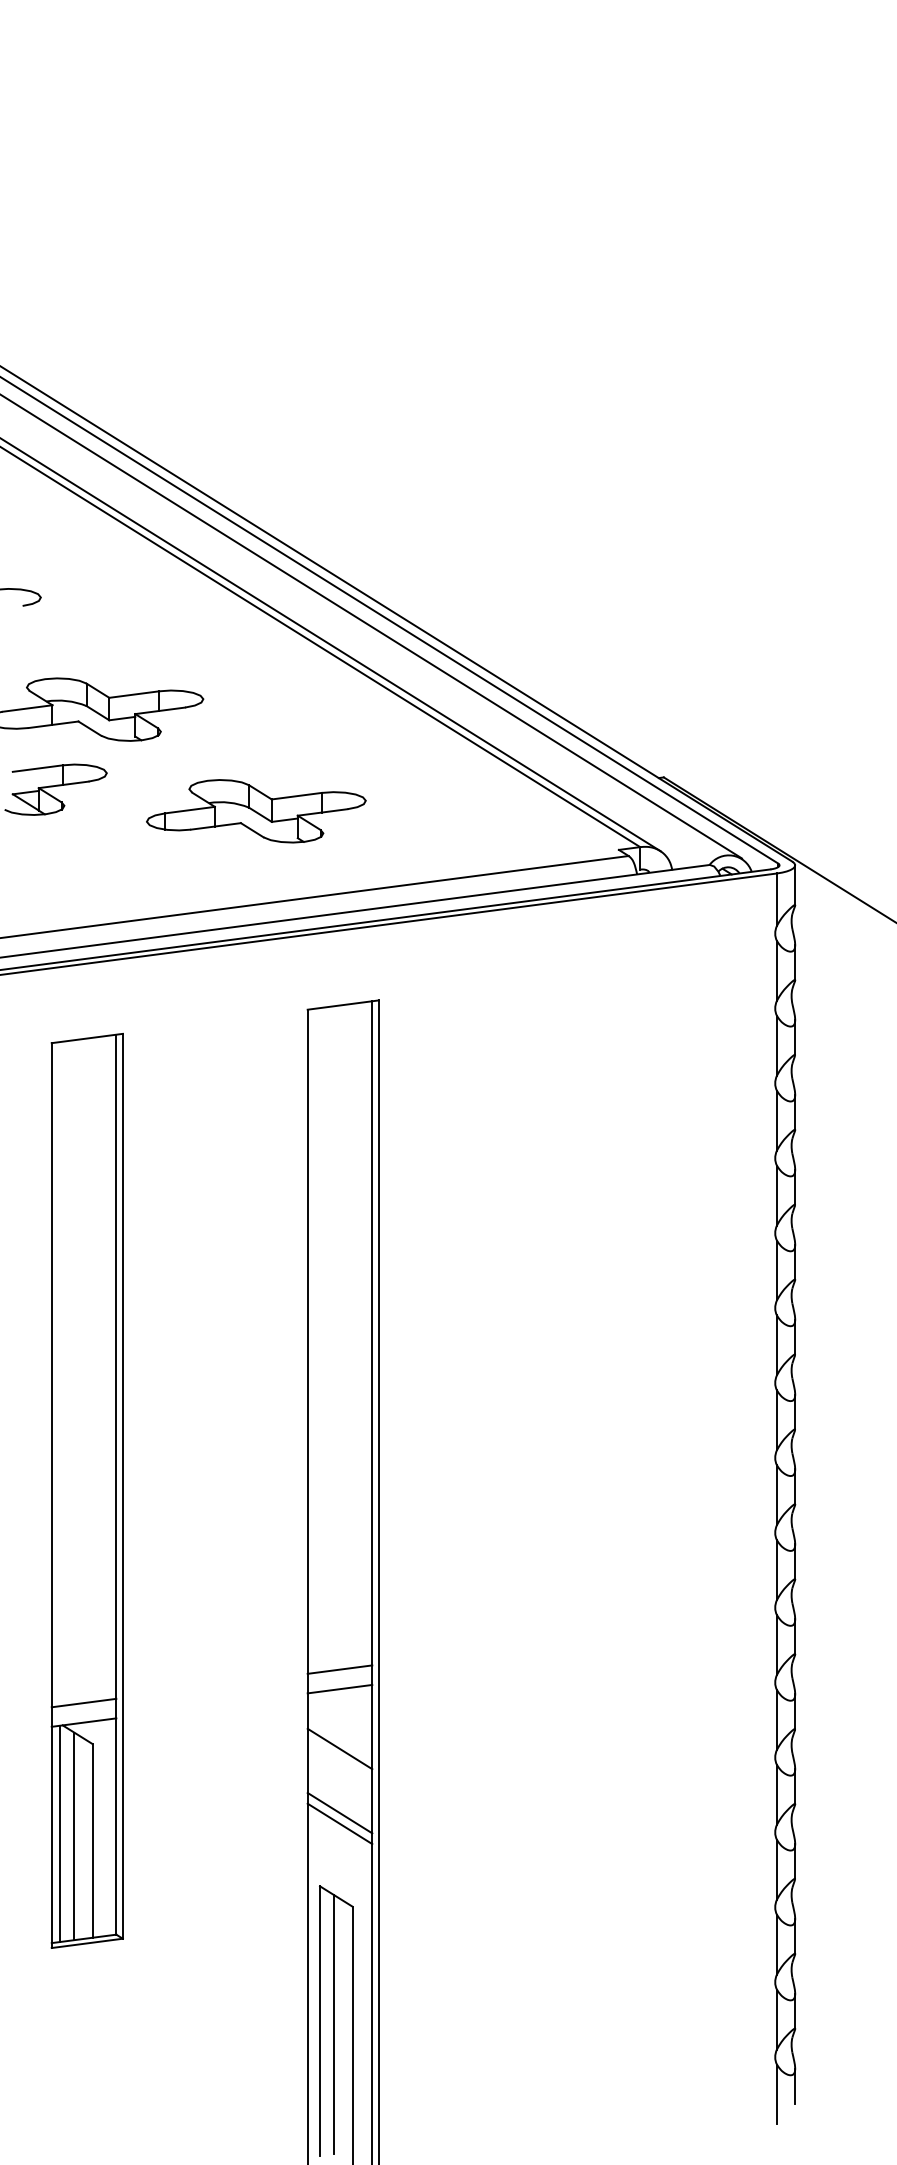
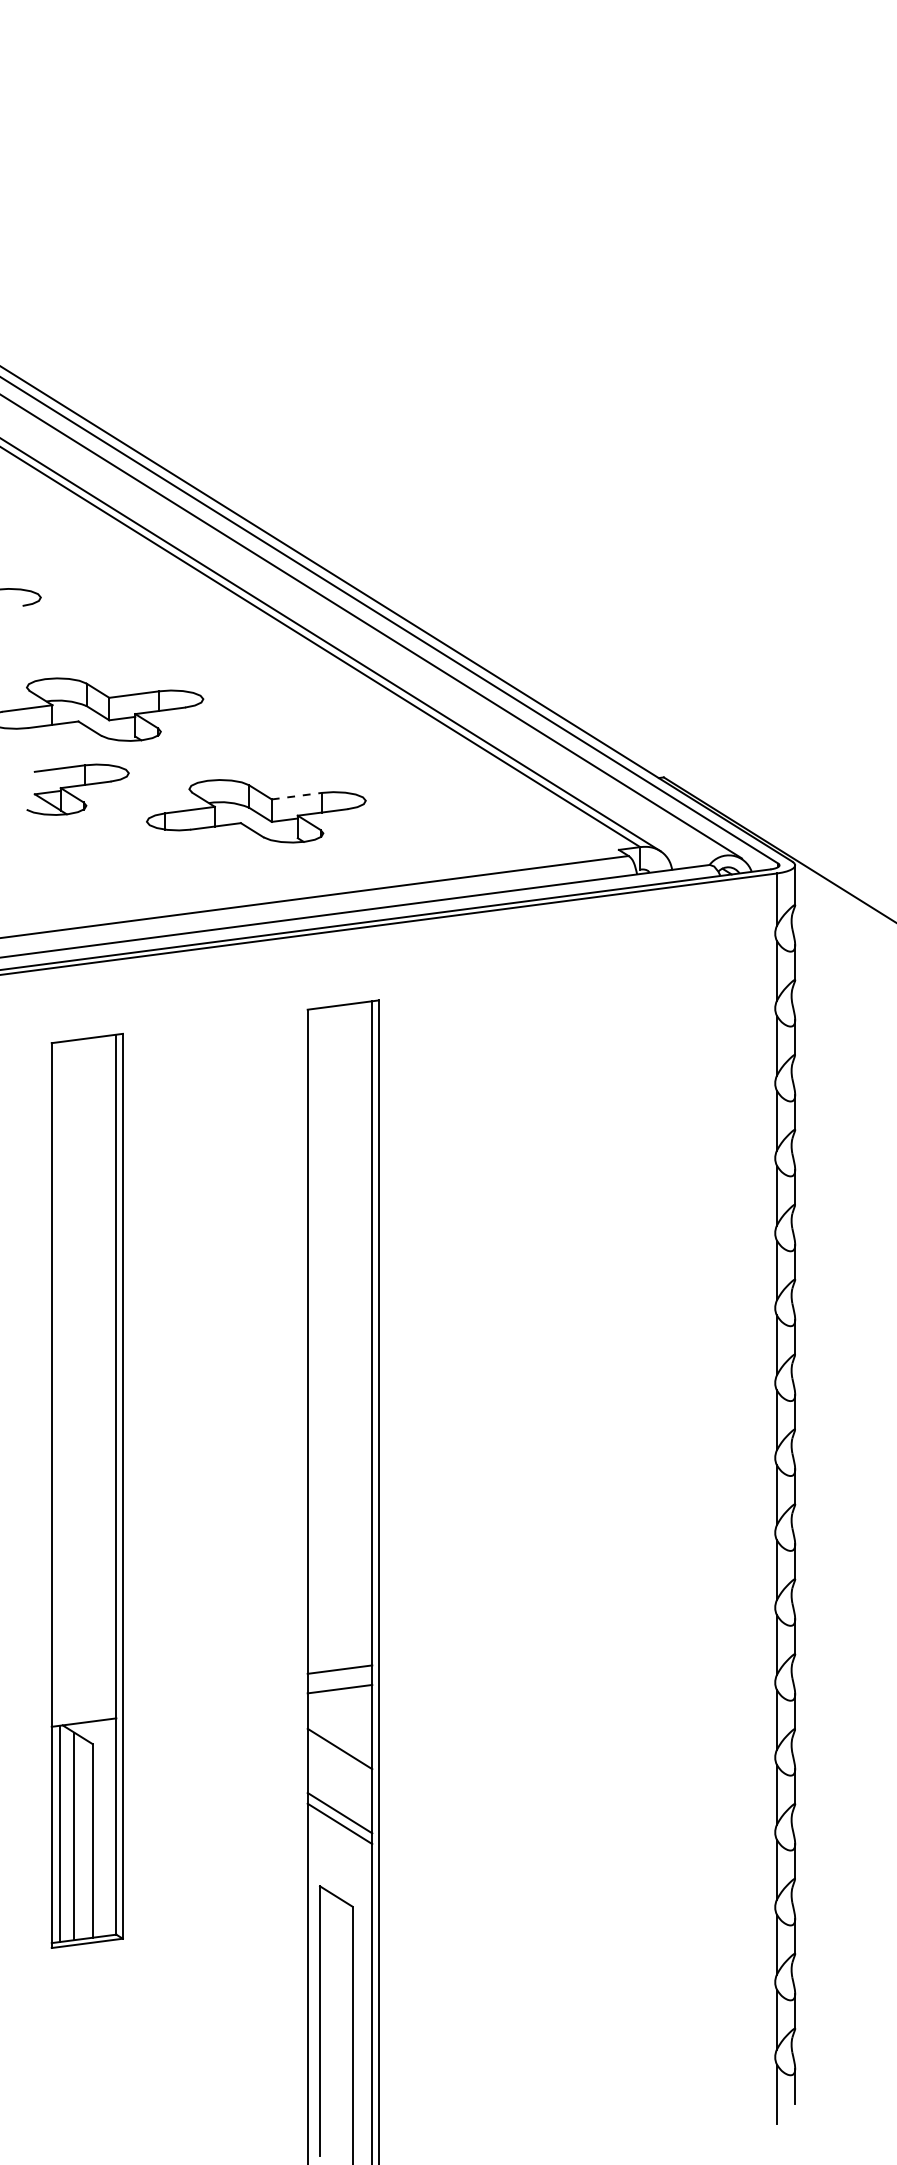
part at (55, 789) position: (55, 789) -> (77, 789)
line at (297, 796): solid -> dashed
line at (83, 1702): present -> none
line at (334, 2024): present -> none
